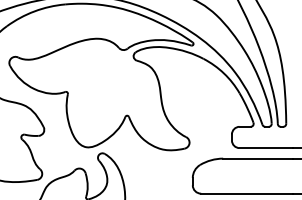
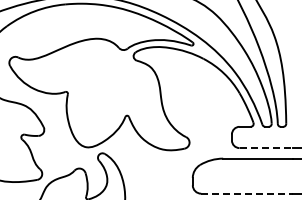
line at (266, 148): solid -> dashed
line at (246, 193): solid -> dashed
